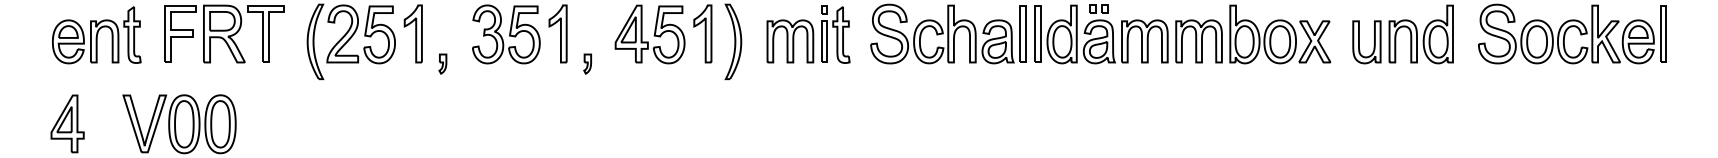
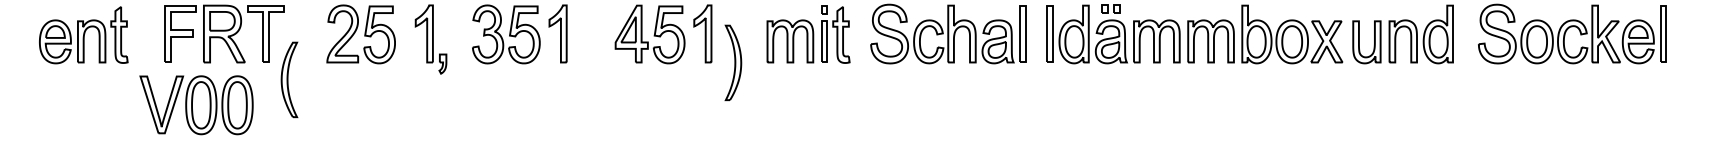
part at (412, 33) position: (412, 33) -> (423, 33)
part at (1182, 34) position: (1182, 34) -> (1194, 34)
part at (96, 35) position: (96, 35) -> (83, 35)
part at (315, 41) position: (315, 41) -> (289, 79)
part at (733, 41) position: (733, 41) -> (733, 62)
part at (587, 63): present -> none
part at (67, 123): present -> none
part at (179, 124) position: (179, 124) -> (196, 105)
